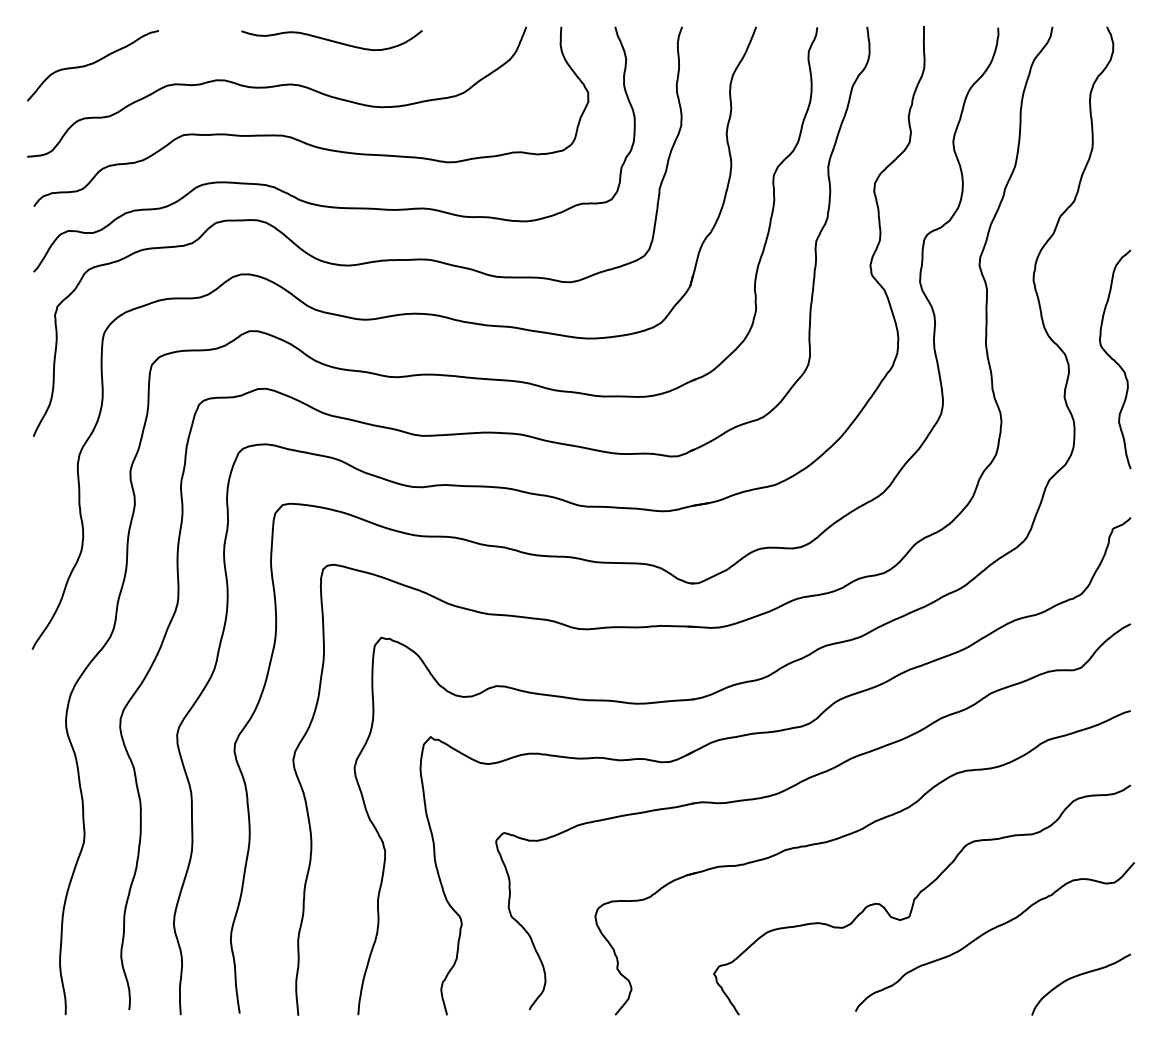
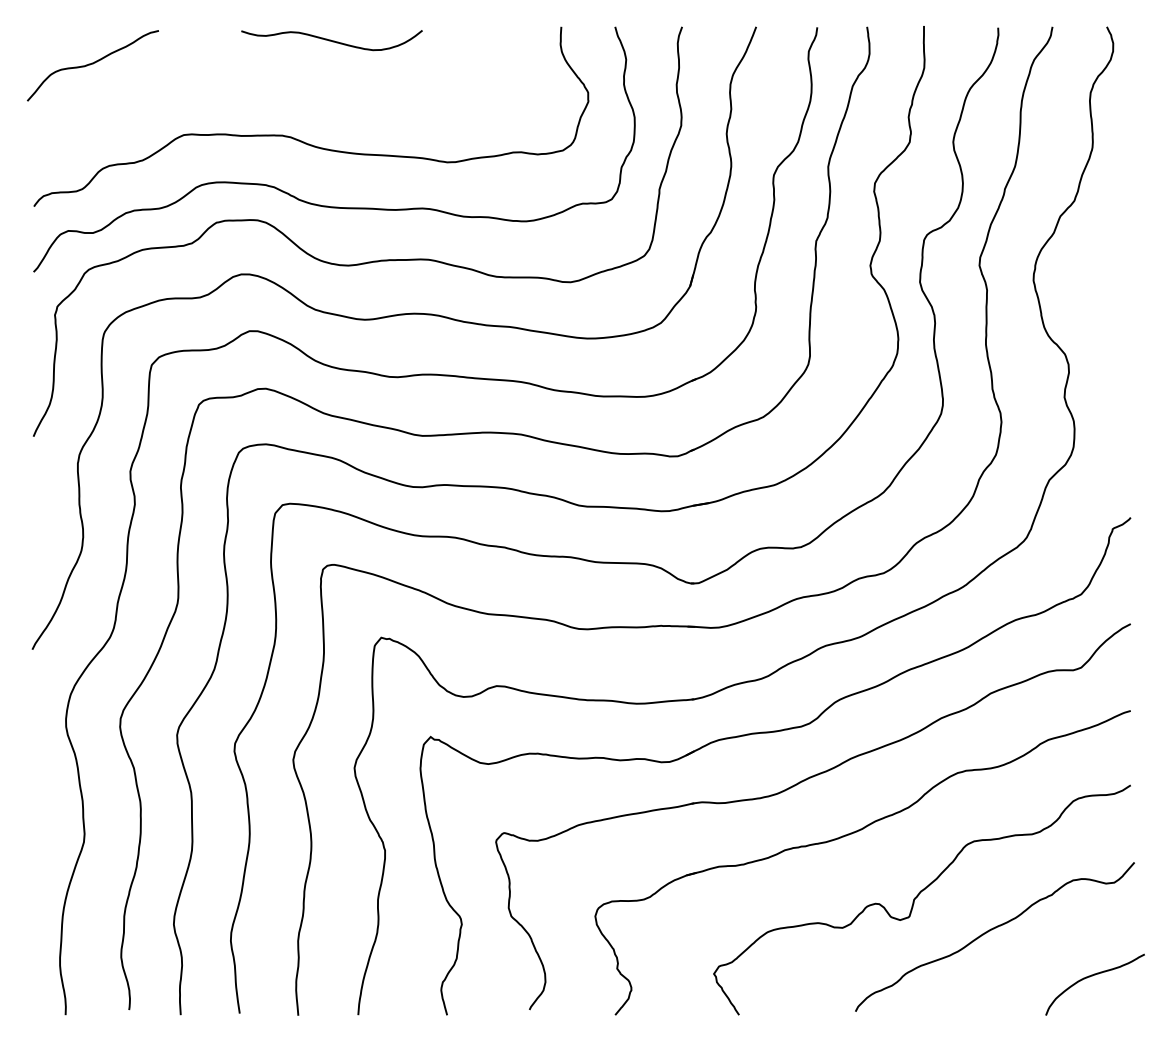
curve at (275, 87): present -> none
curve at (1114, 359): present -> none
curve at (1076, 977) position: (1076, 977) -> (1090, 977)
